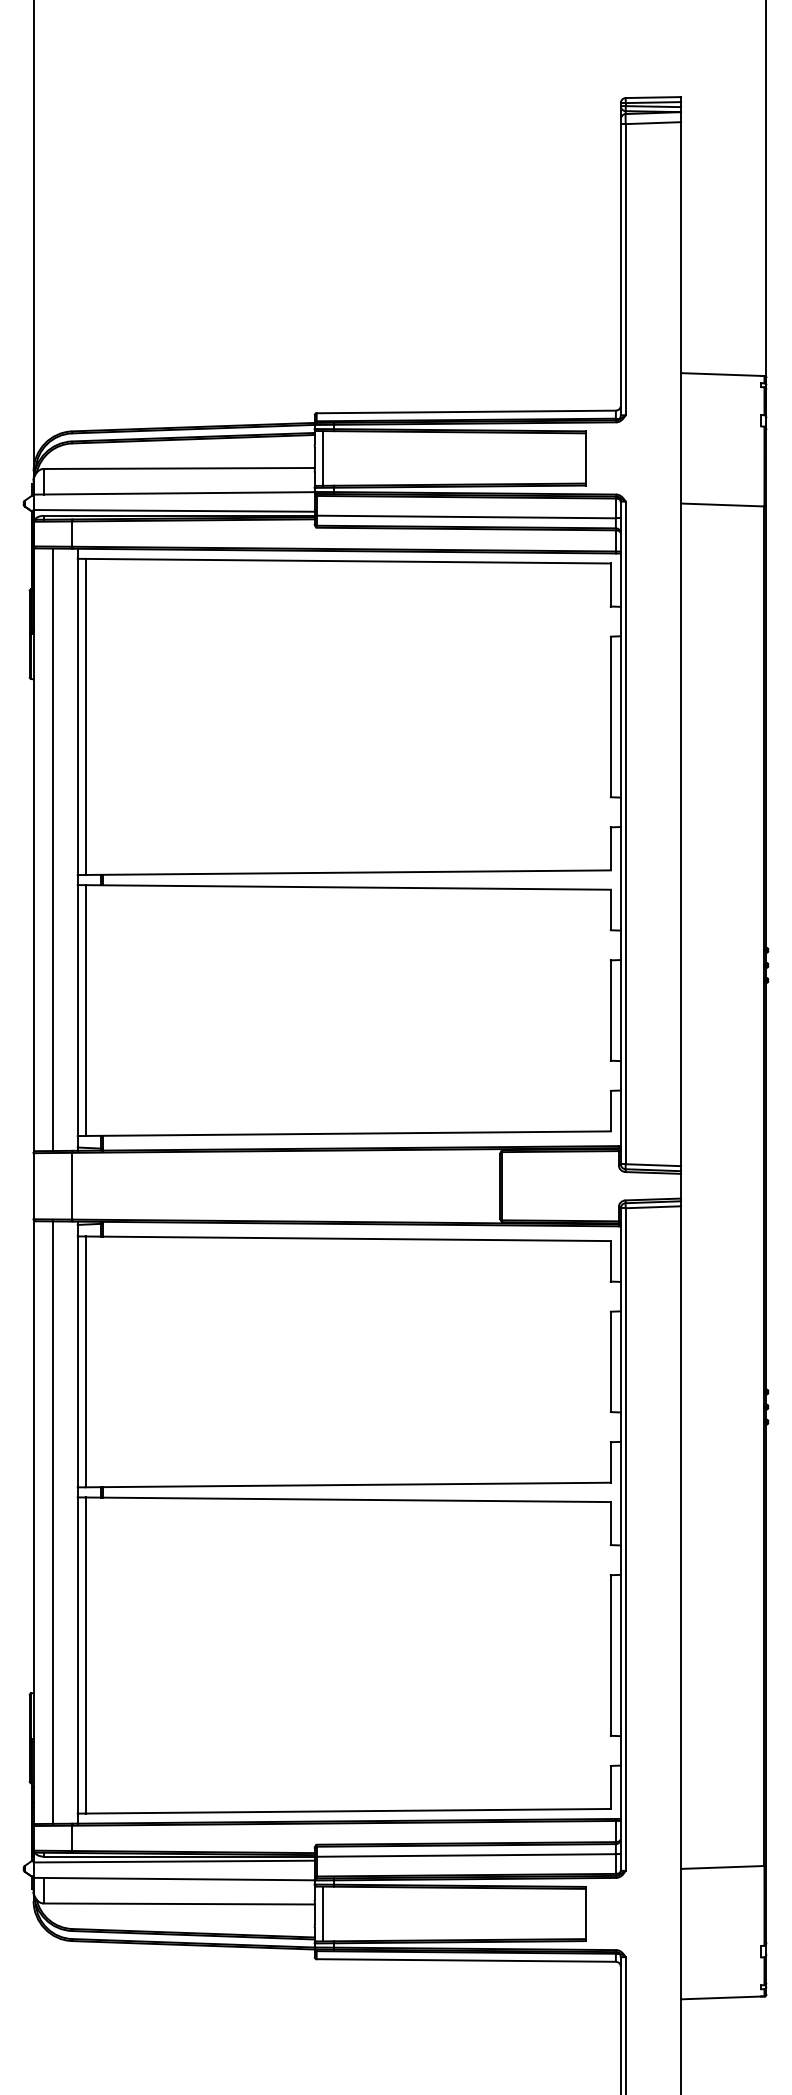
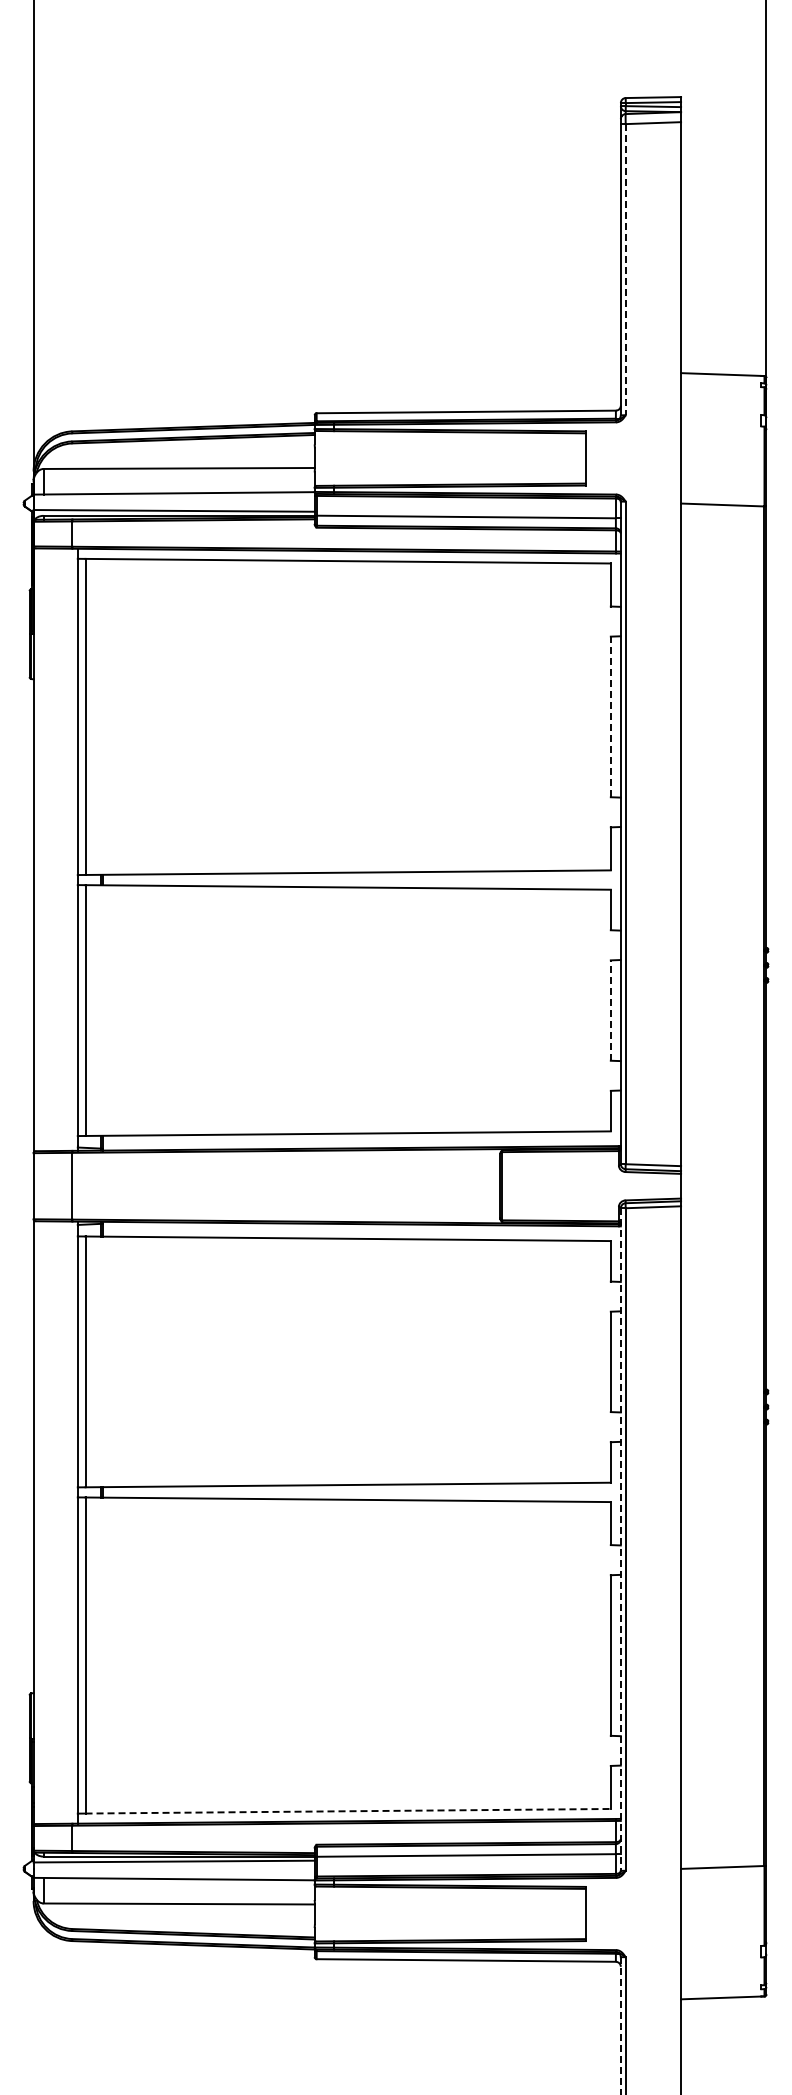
line at (625, 269): solid -> dashed
line at (322, 458): present -> none
line at (610, 716): solid -> dashed
line at (52, 849): present -> none
line at (610, 1010): solid -> dashed
line at (52, 1522): present -> none
line at (620, 1540): solid -> dashed
line at (348, 1811): solid -> dashed
line at (322, 1913): present -> none
line at (620, 2025): solid -> dashed
